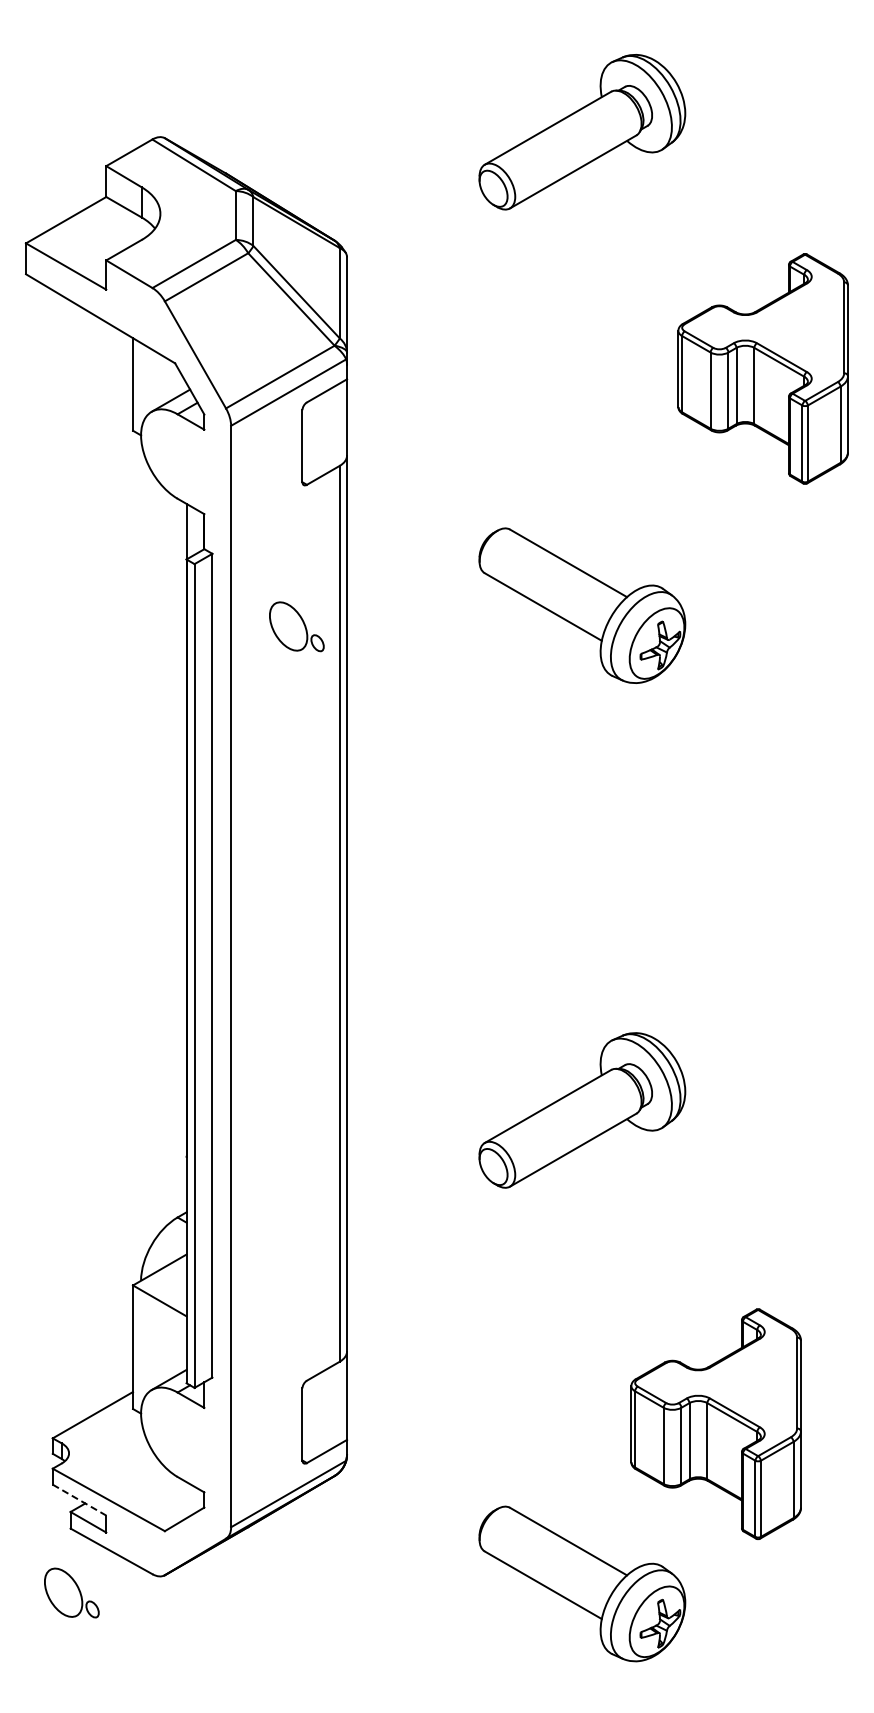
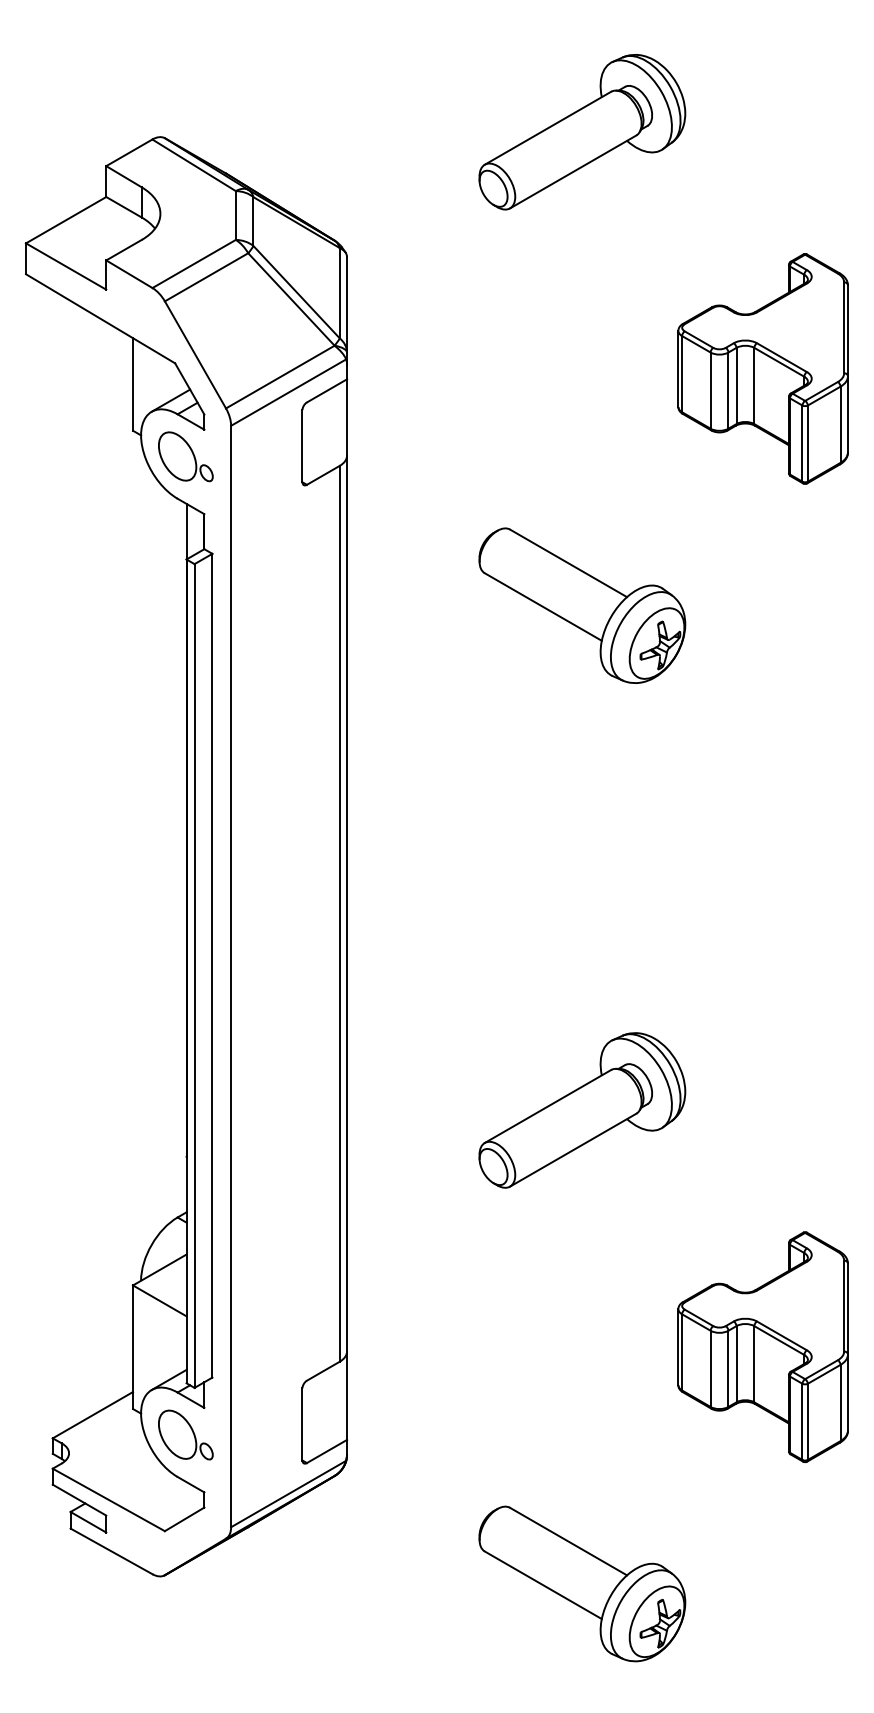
part at (296, 626) position: (296, 626) -> (185, 456)
part at (715, 1423) position: (715, 1423) -> (762, 1346)
line at (79, 1500): dashed -> solid
part at (71, 1592) position: (71, 1592) -> (185, 1434)
